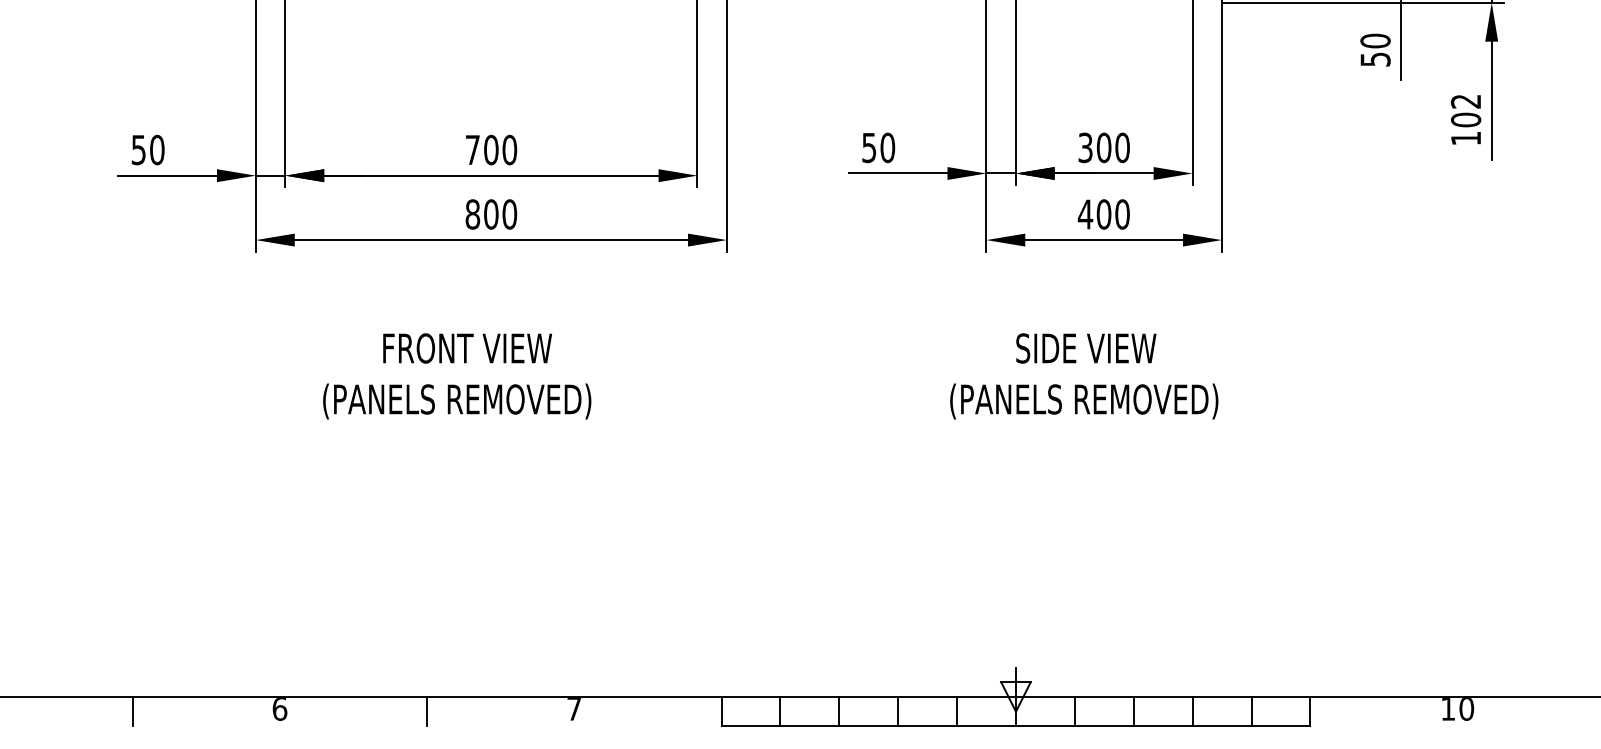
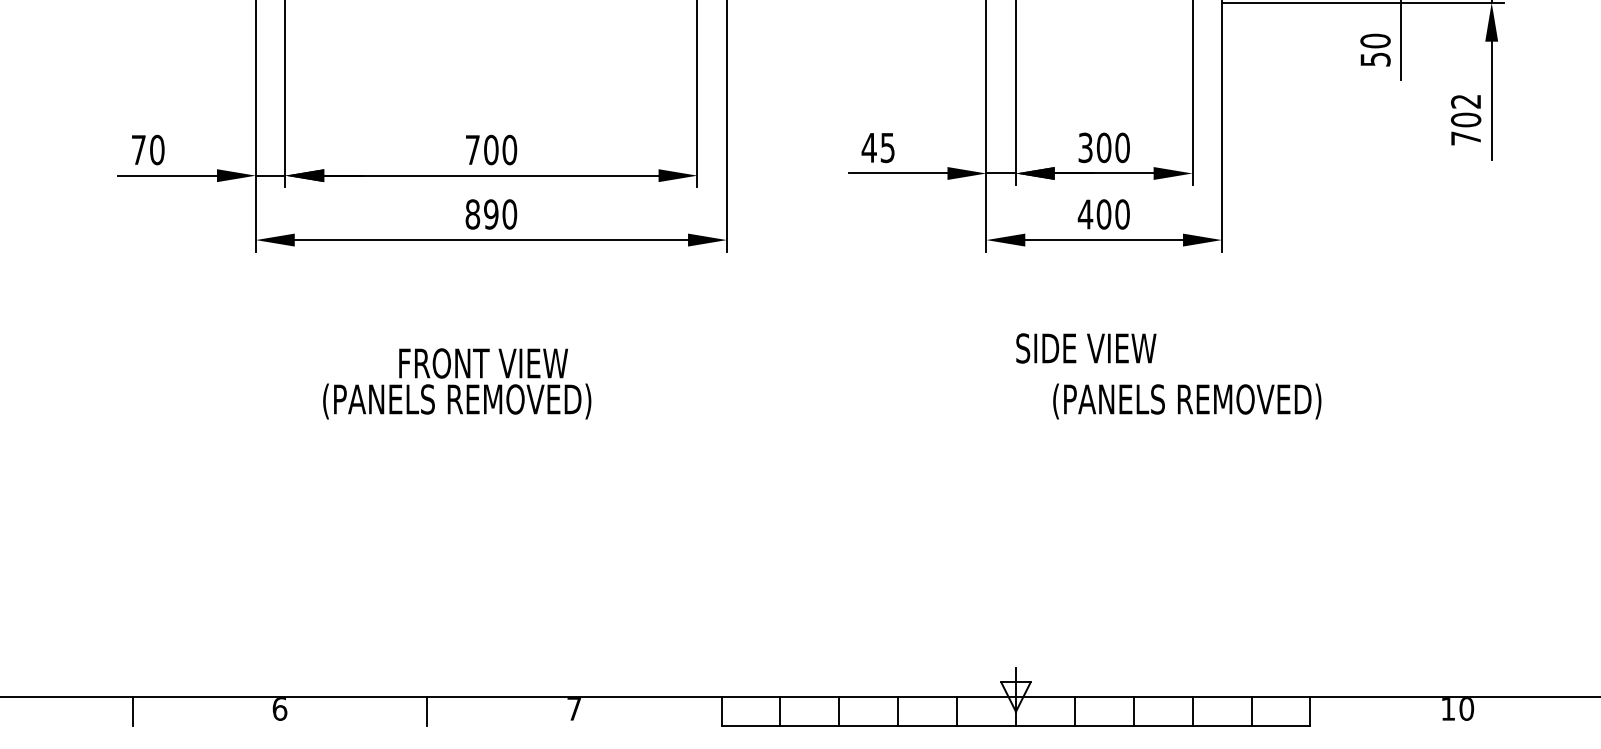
text at (1465, 138): 102 -> 702
text at (878, 147): 50 -> 45
text at (138, 150): 50 -> 70
text at (491, 214): 800 -> 890
text at (467, 348) position: (467, 348) -> (483, 363)
text at (1084, 401) position: (1084, 401) -> (1187, 401)
